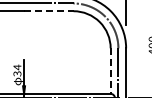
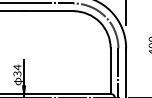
line at (48, 11): dashed -> solid
line at (110, 71): dashed -> solid
